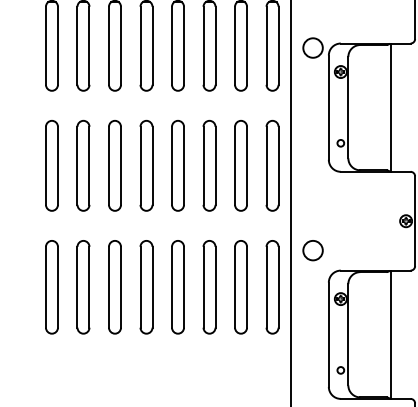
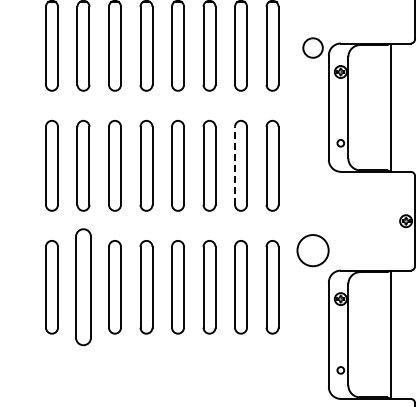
line at (235, 165): solid -> dashed
line at (291, 202): present -> none
circle at (312, 250) diameter: 20 px -> 31 px
part at (83, 287) size: 15x95 px -> 17x119 px
